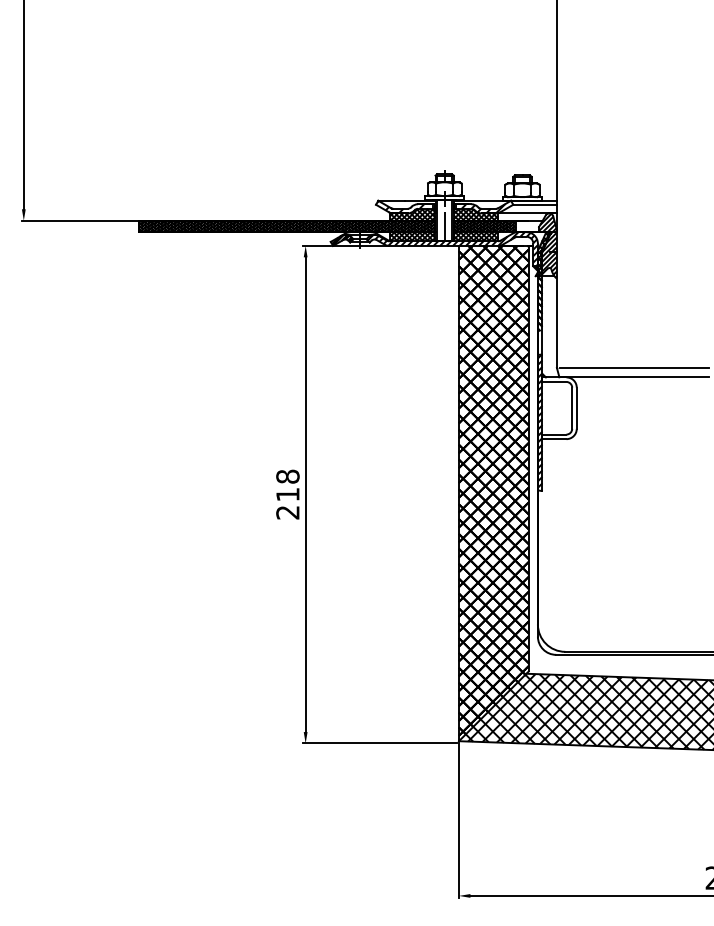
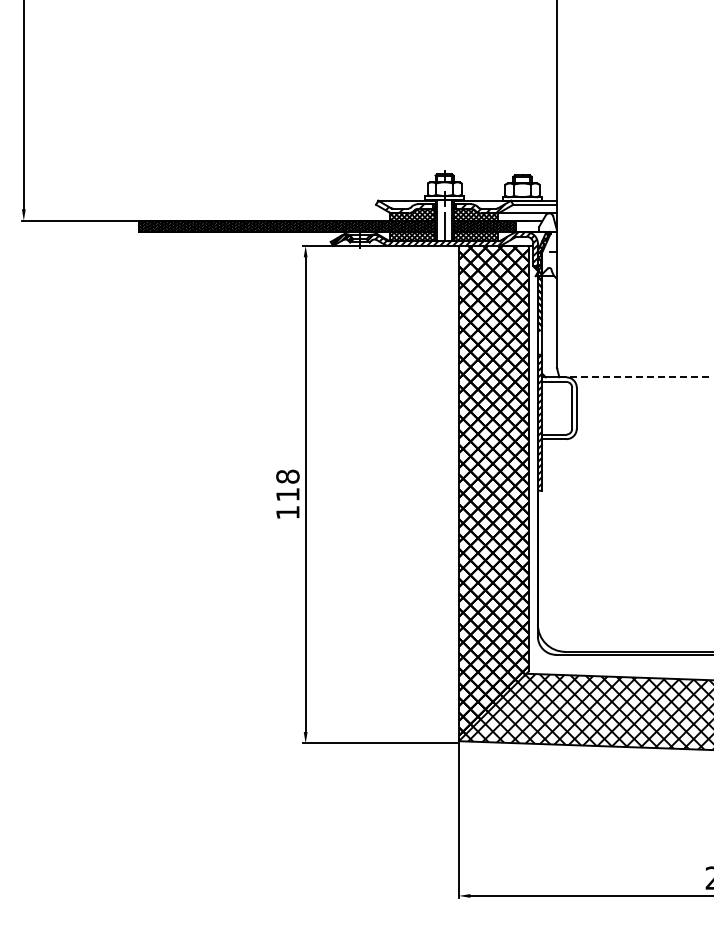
hatch at (546, 245): present -> none
line at (634, 368): present -> none
line at (634, 377): solid -> dashed
text at (287, 512): 218 -> 118
